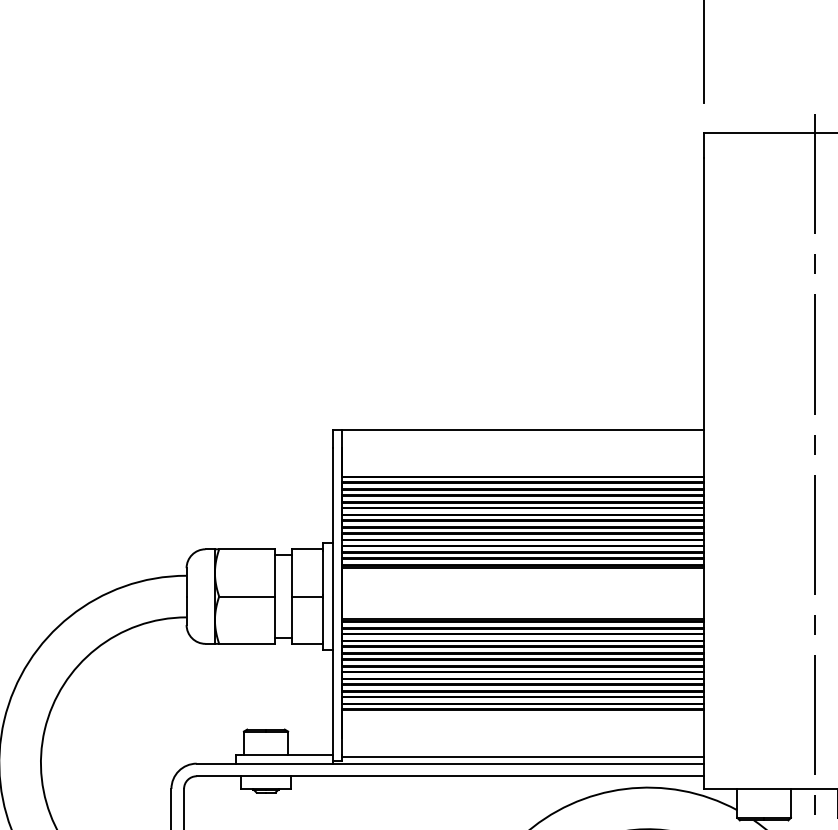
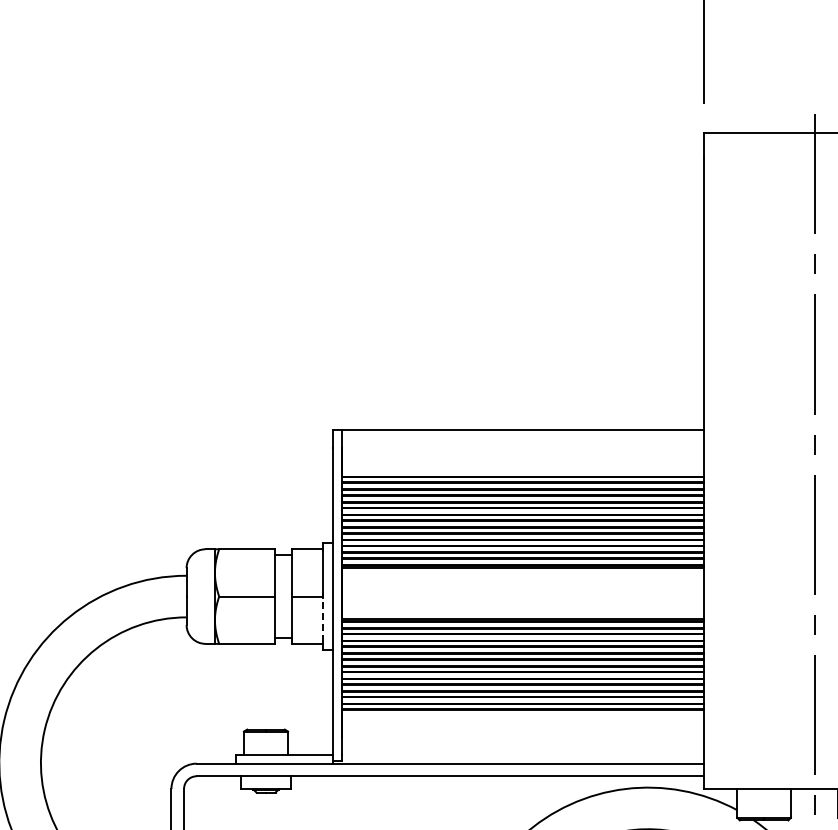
line at (323, 620): solid -> dashed
line at (522, 757): present -> none
